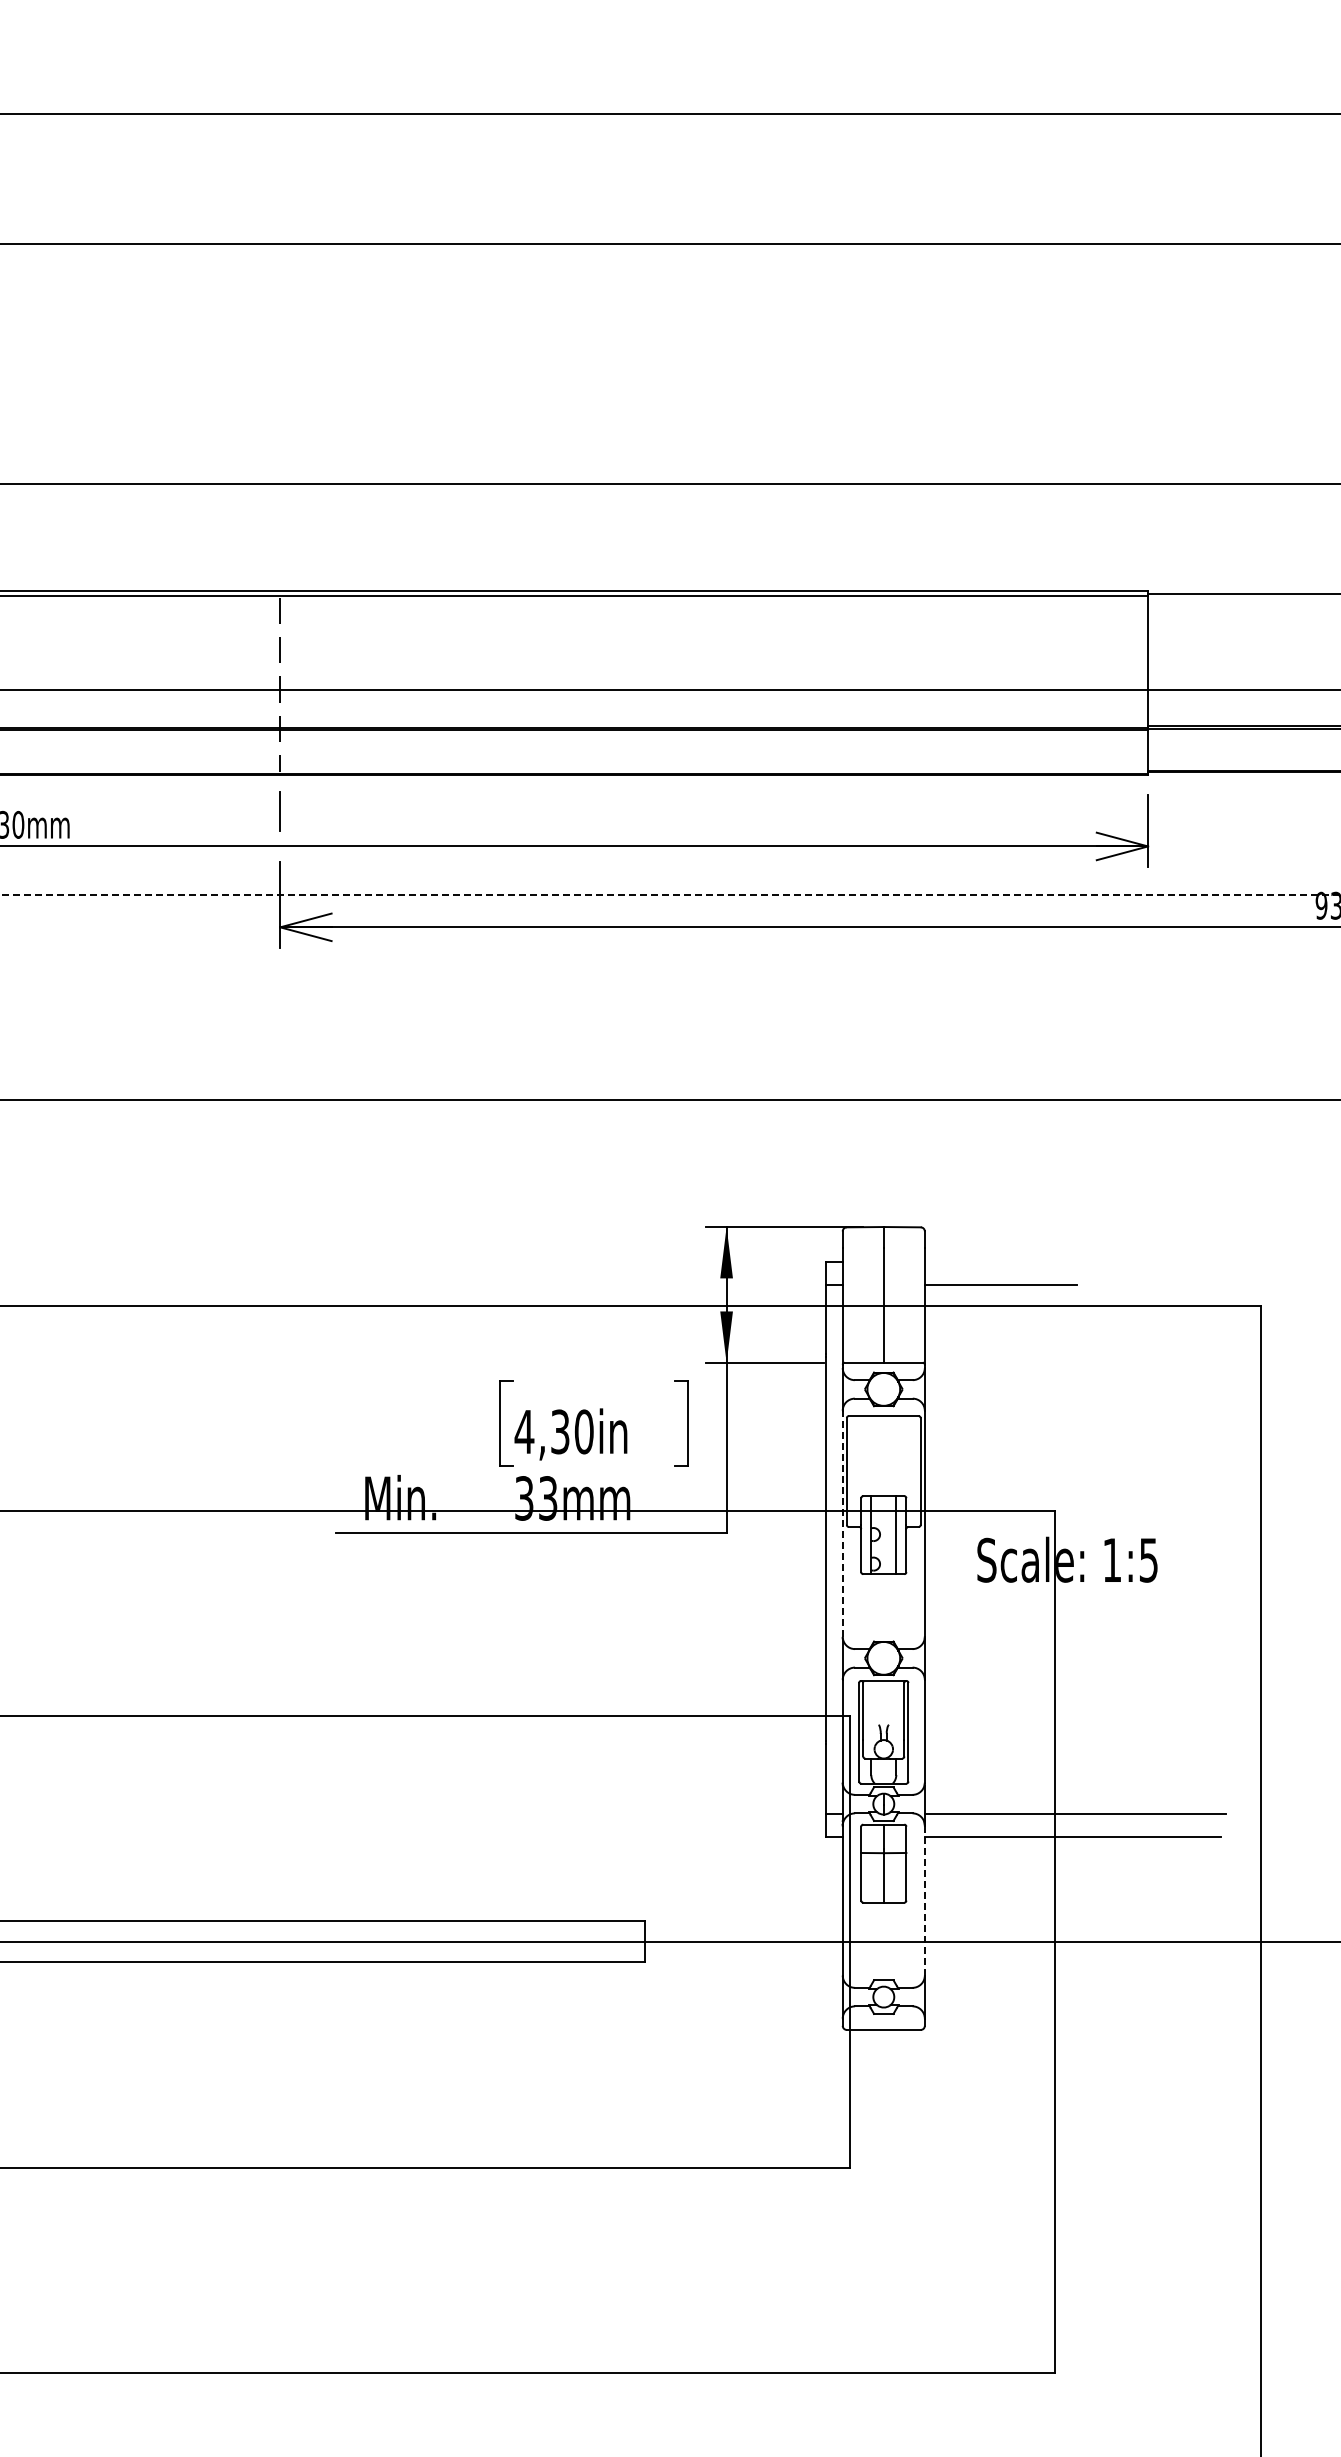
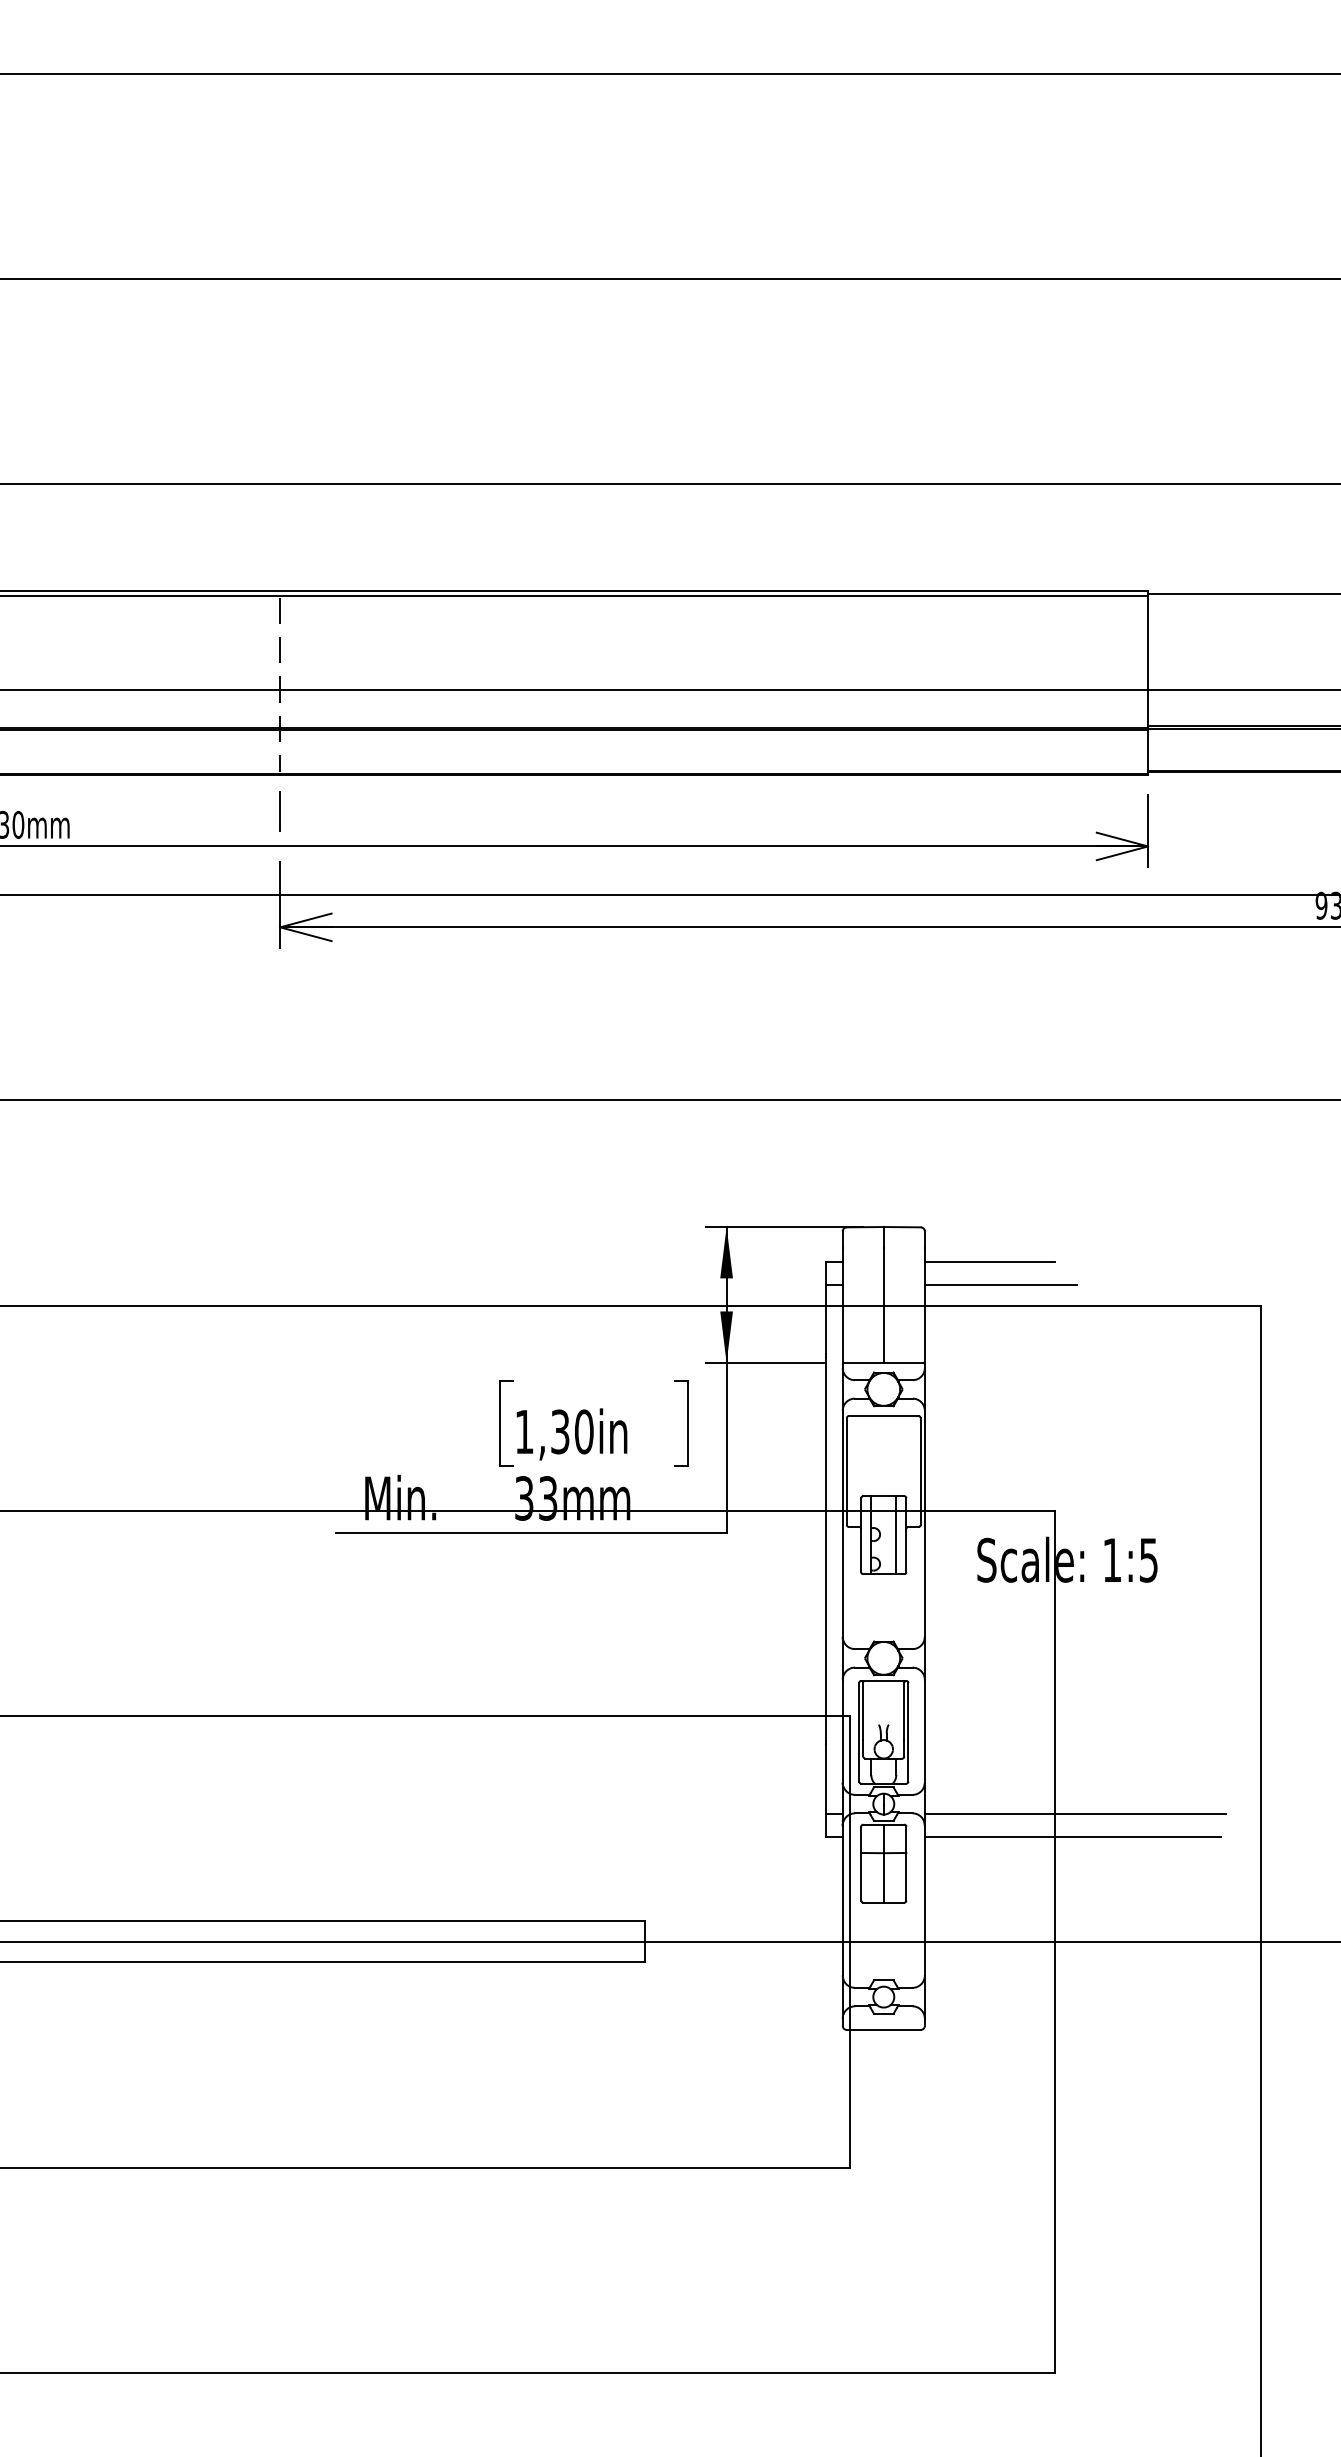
line at (669, 113) position: (669, 113) -> (669, 73)
line at (669, 244) position: (669, 244) -> (669, 279)
line at (670, 894): dashed -> solid
line at (989, 1261): none -> present
text at (524, 1431): 4,30in -> 1,30in
line at (842, 1523): dashed -> solid
line at (924, 1900): dashed -> solid
